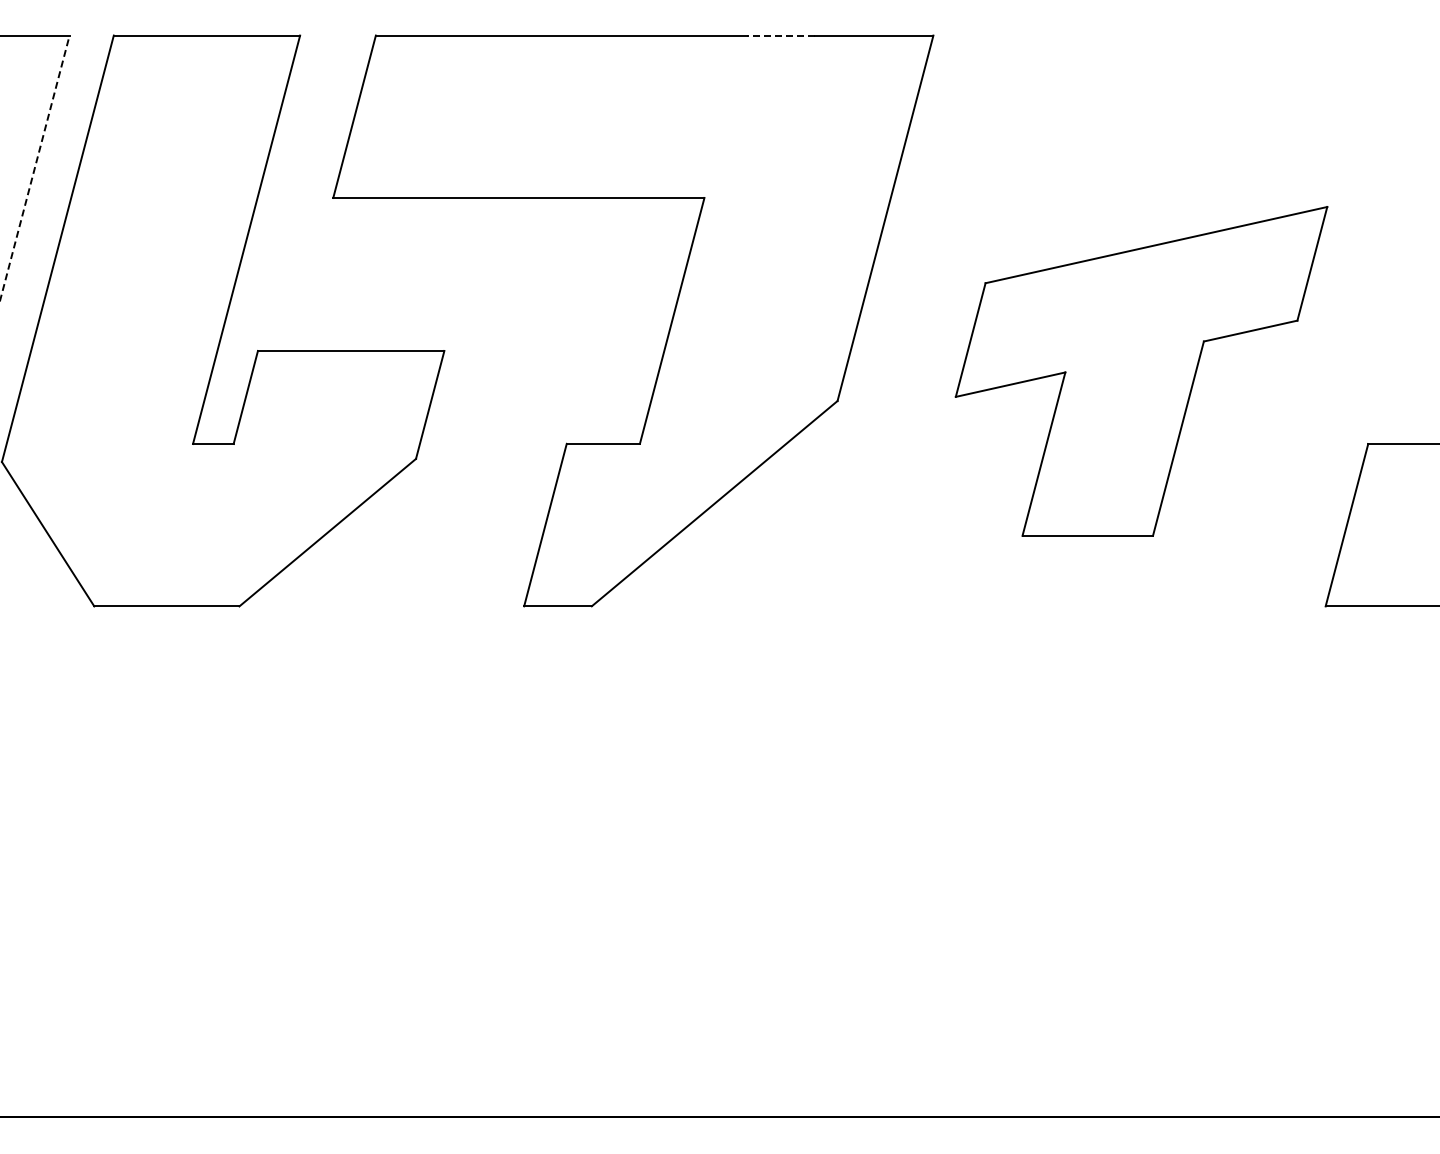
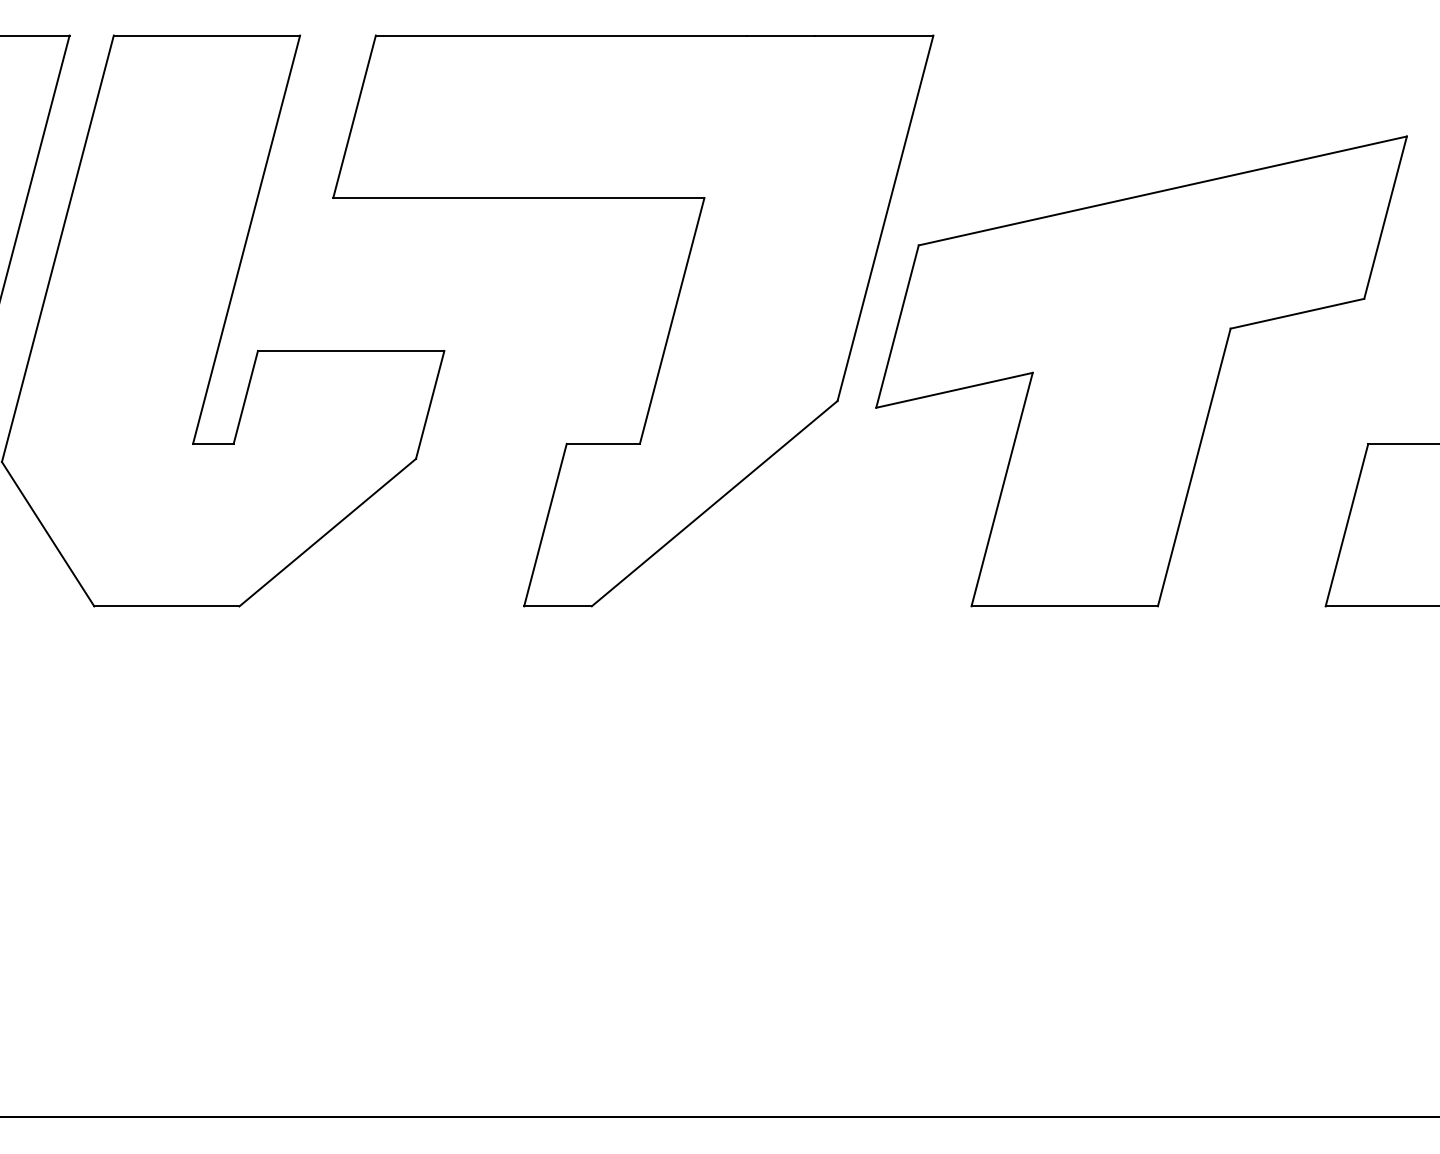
line at (780, 35): dashed -> solid
line at (34, 168): dashed -> solid
part at (1141, 371) size: 375x331 px -> 533x473 px
